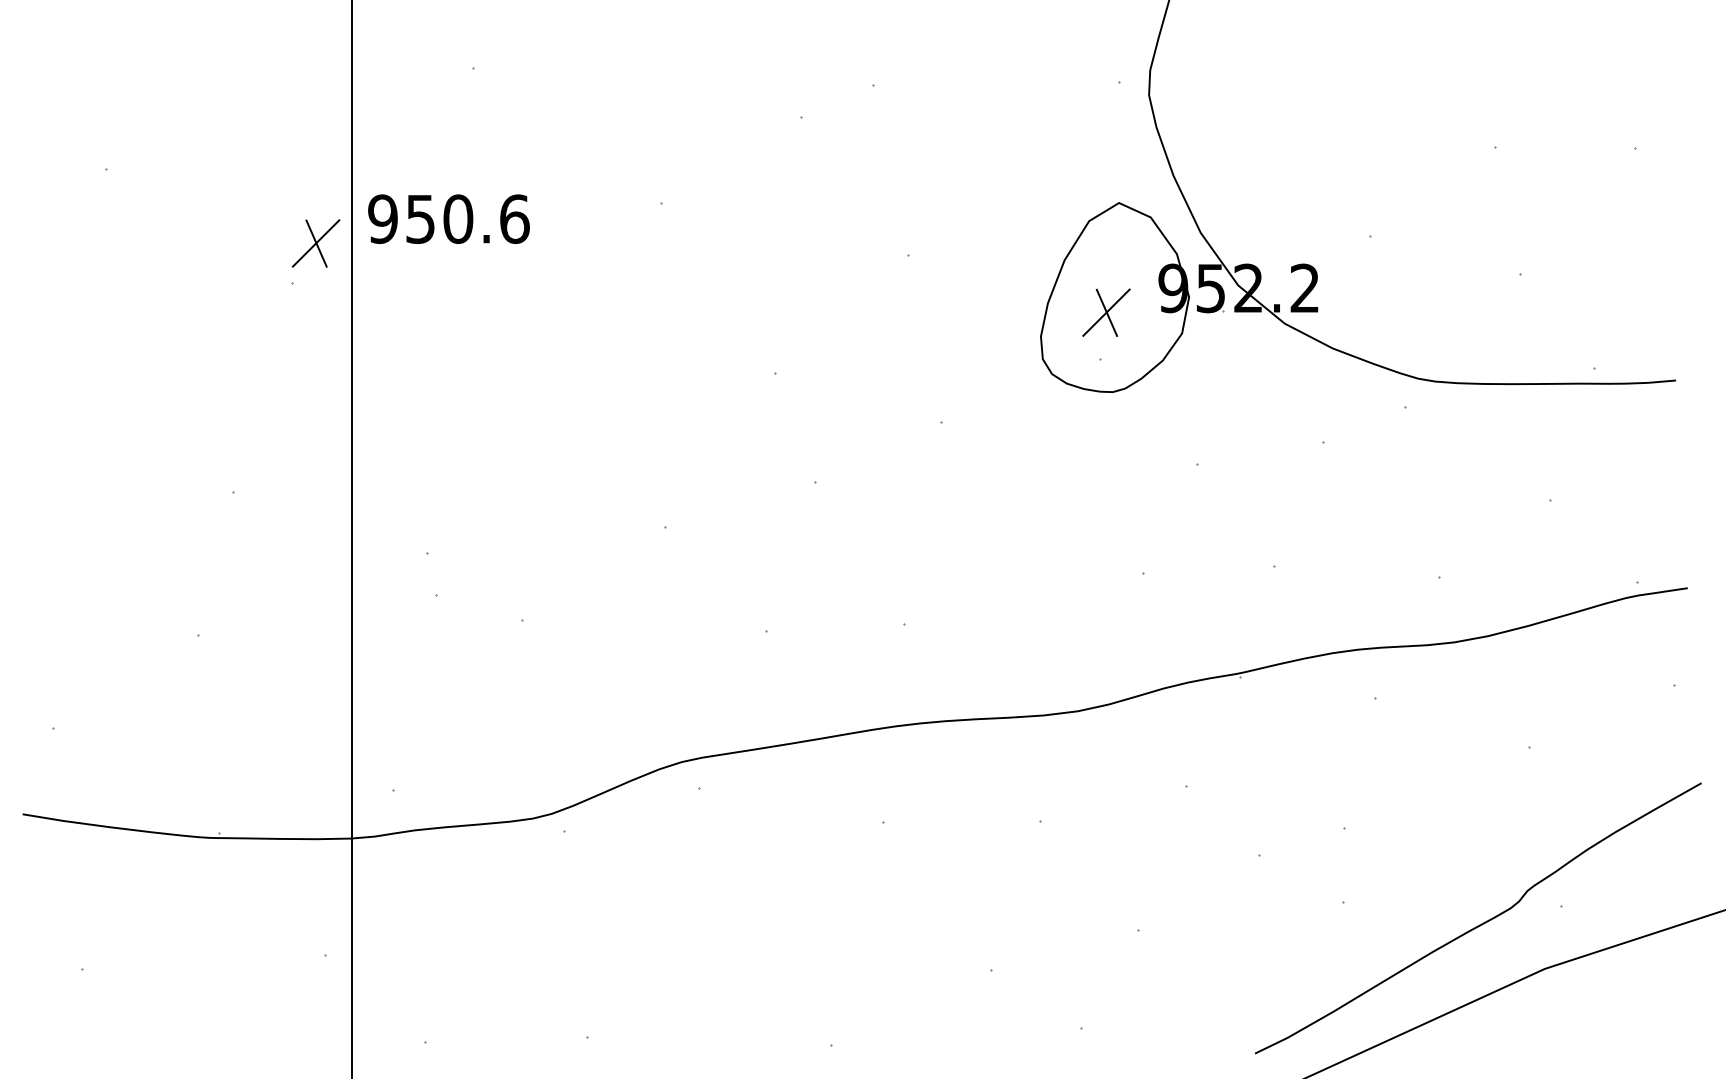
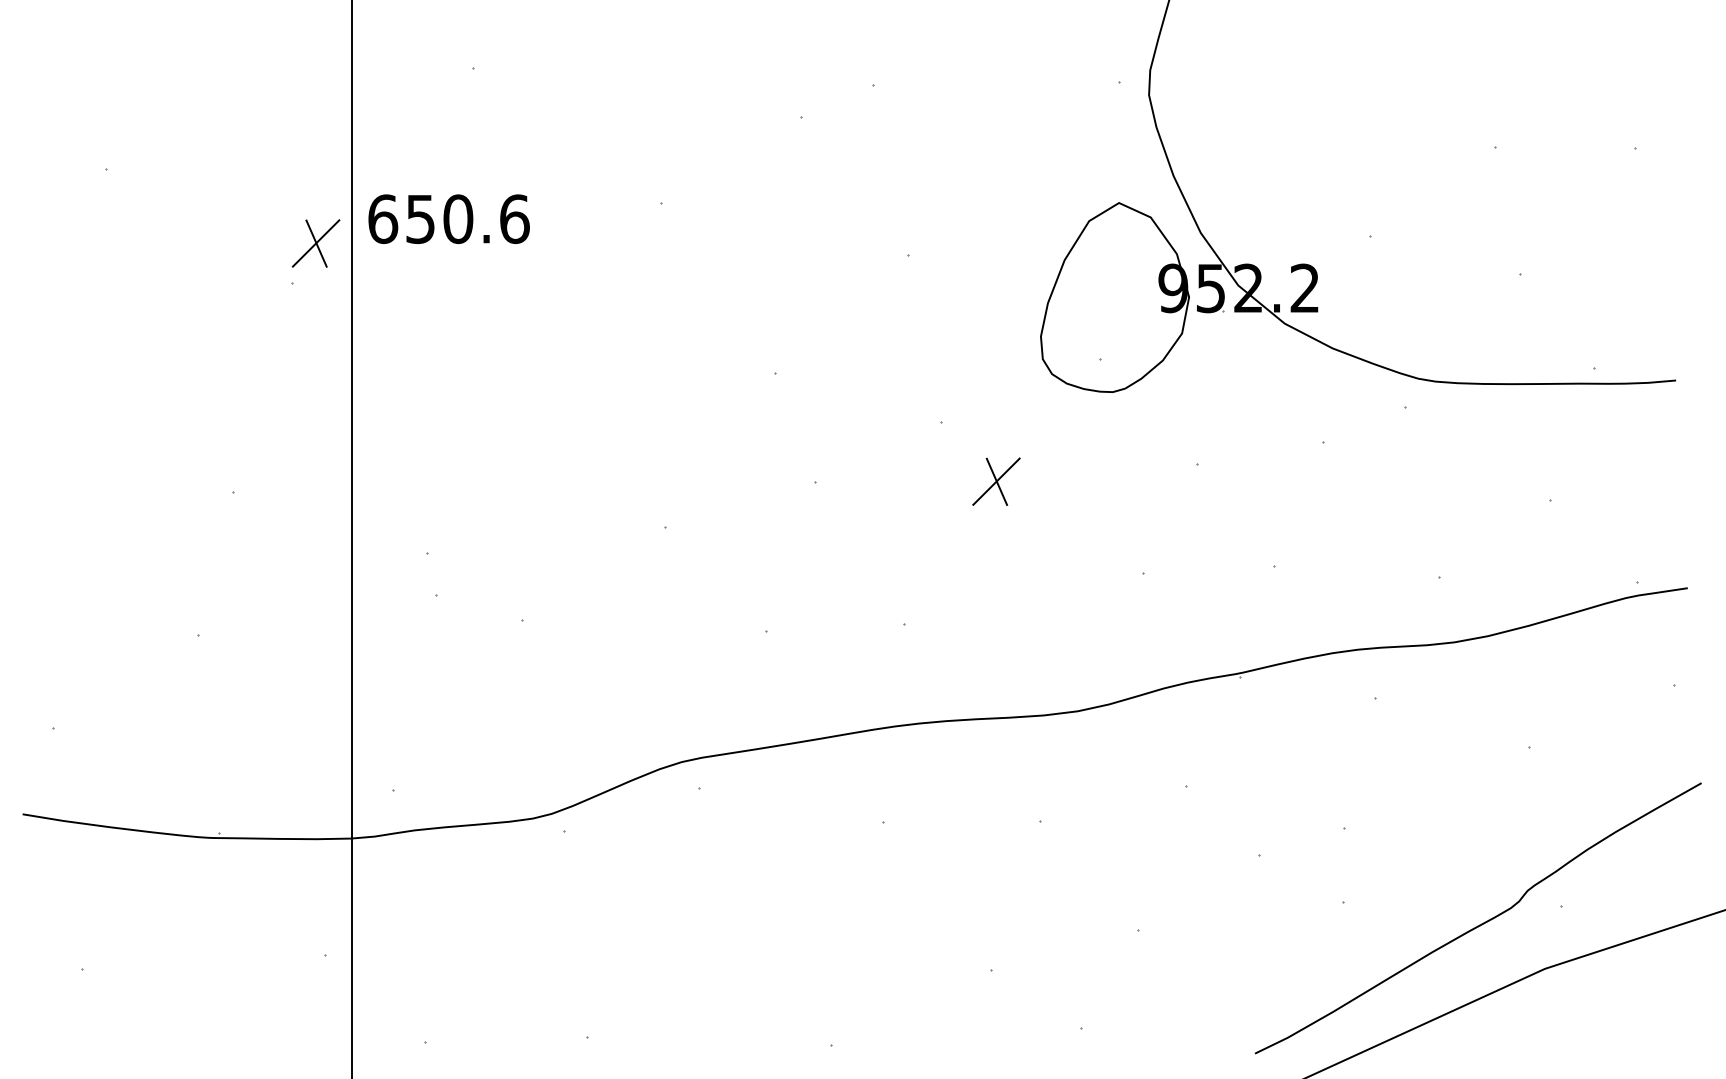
text at (383, 218): 950.6 -> 650.6
part at (1106, 312) position: (1106, 312) -> (996, 481)
